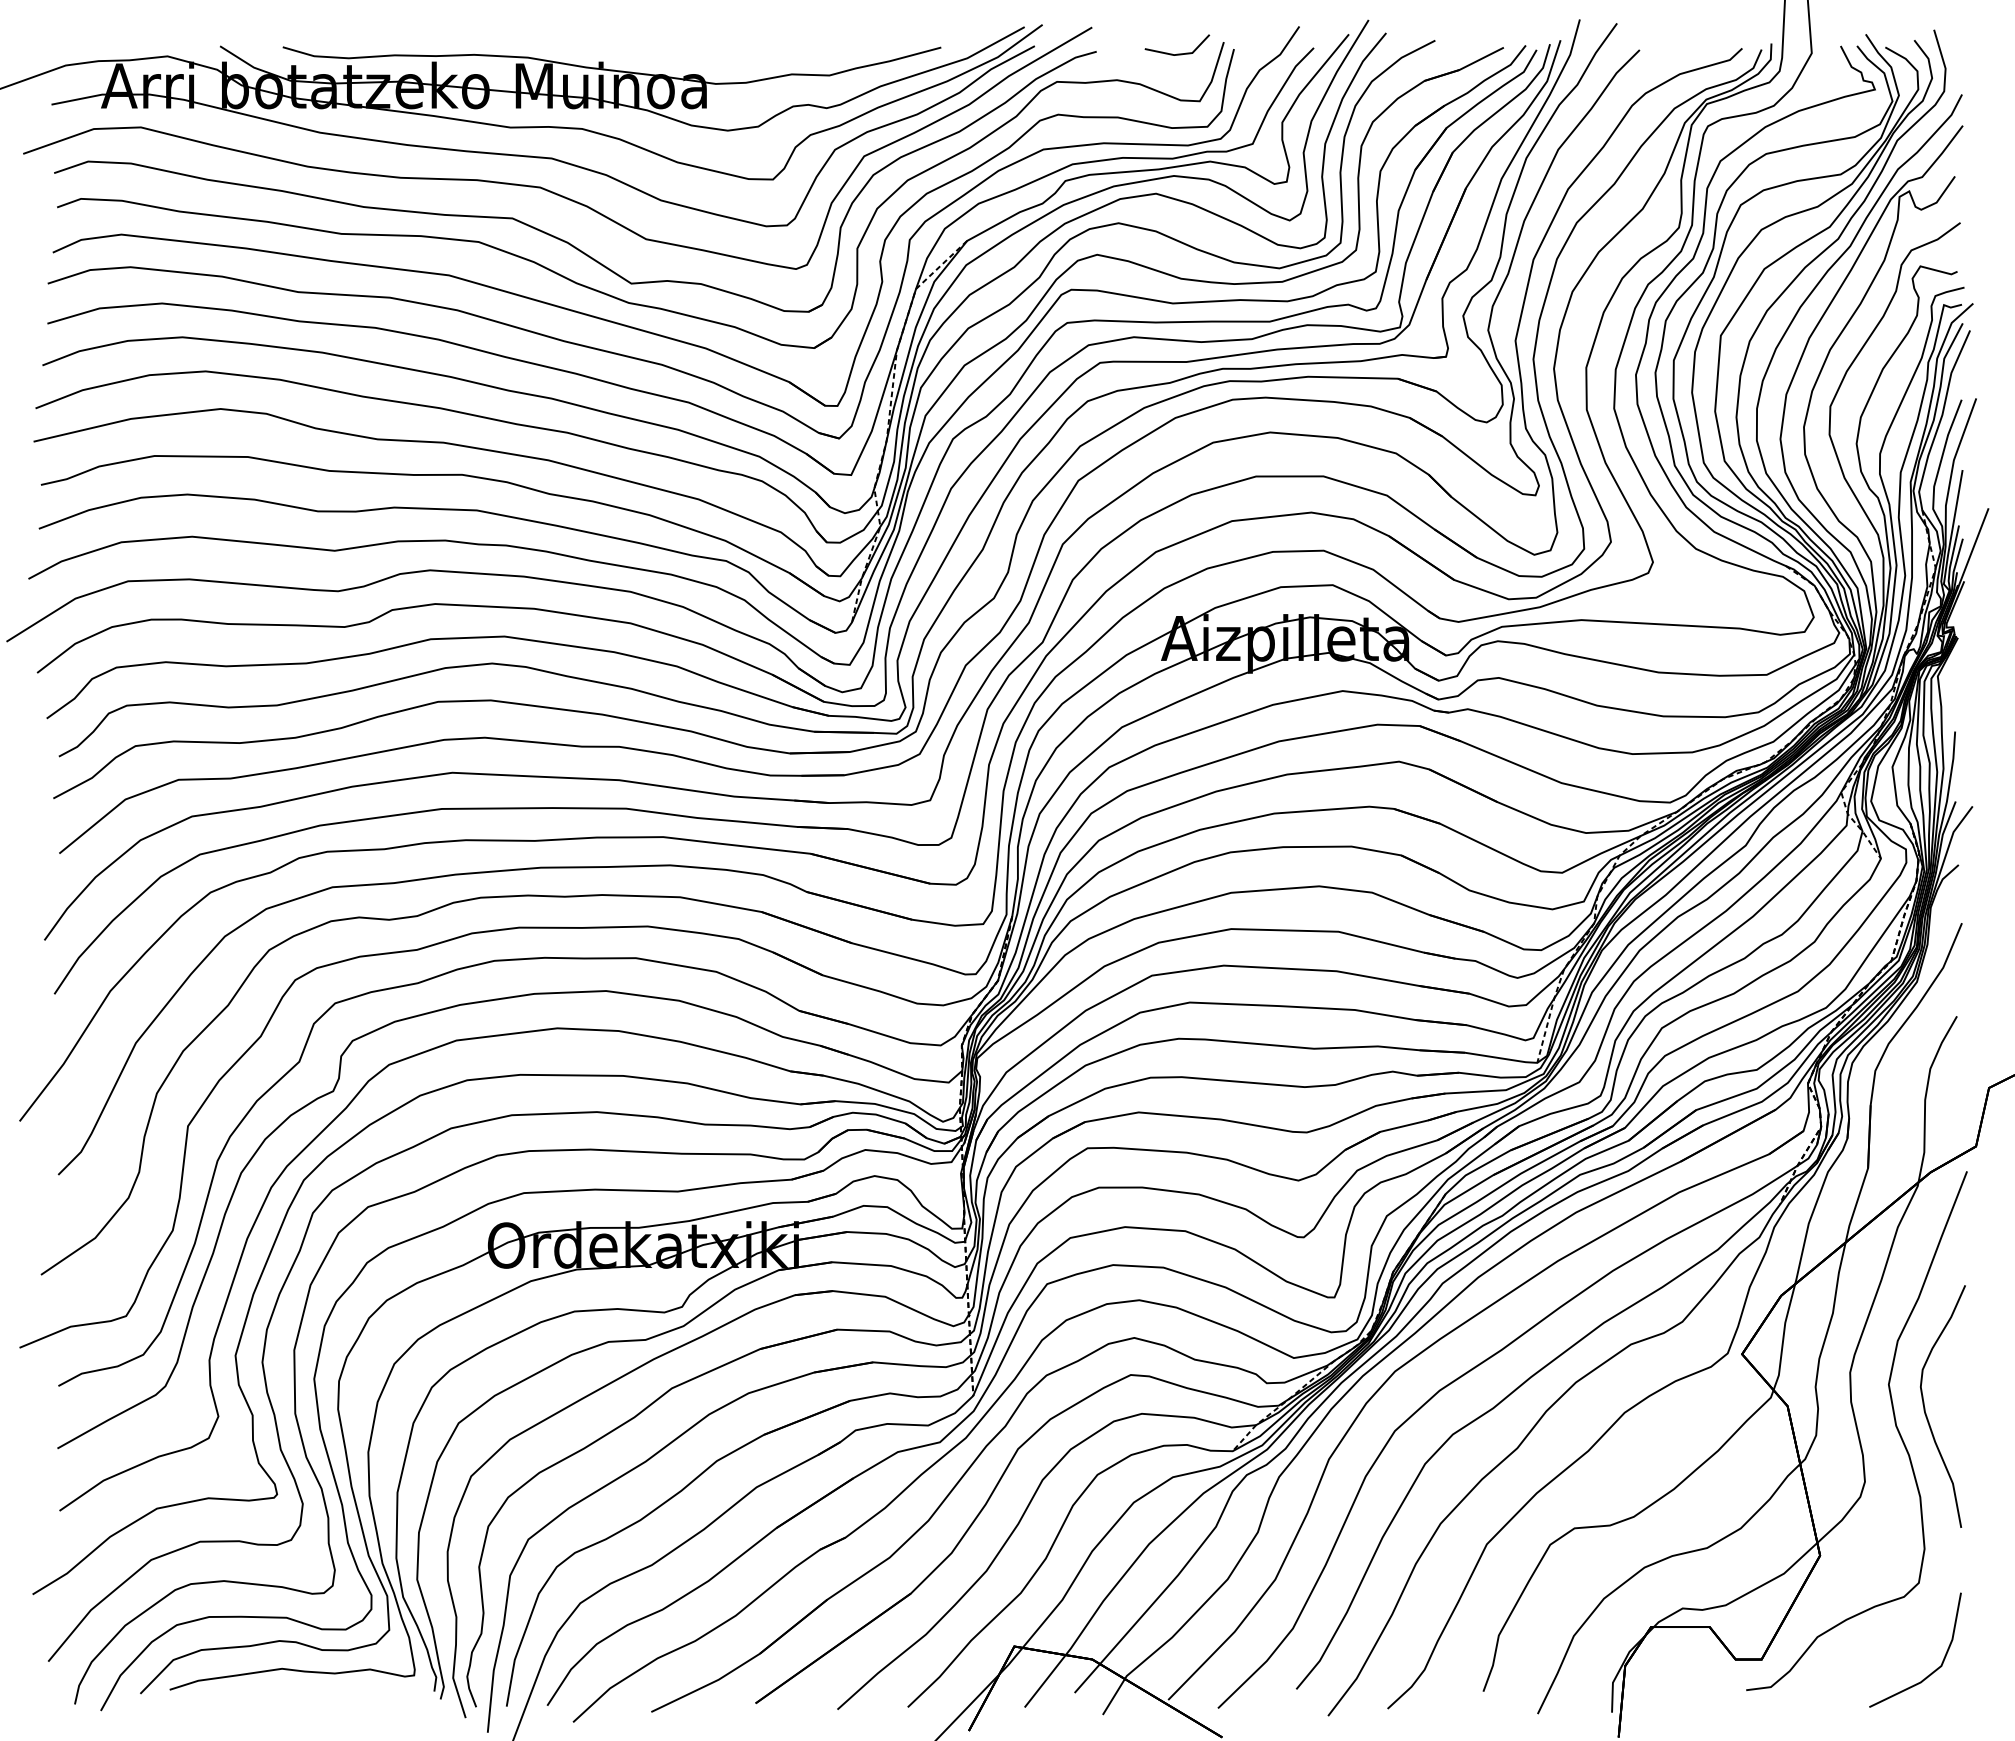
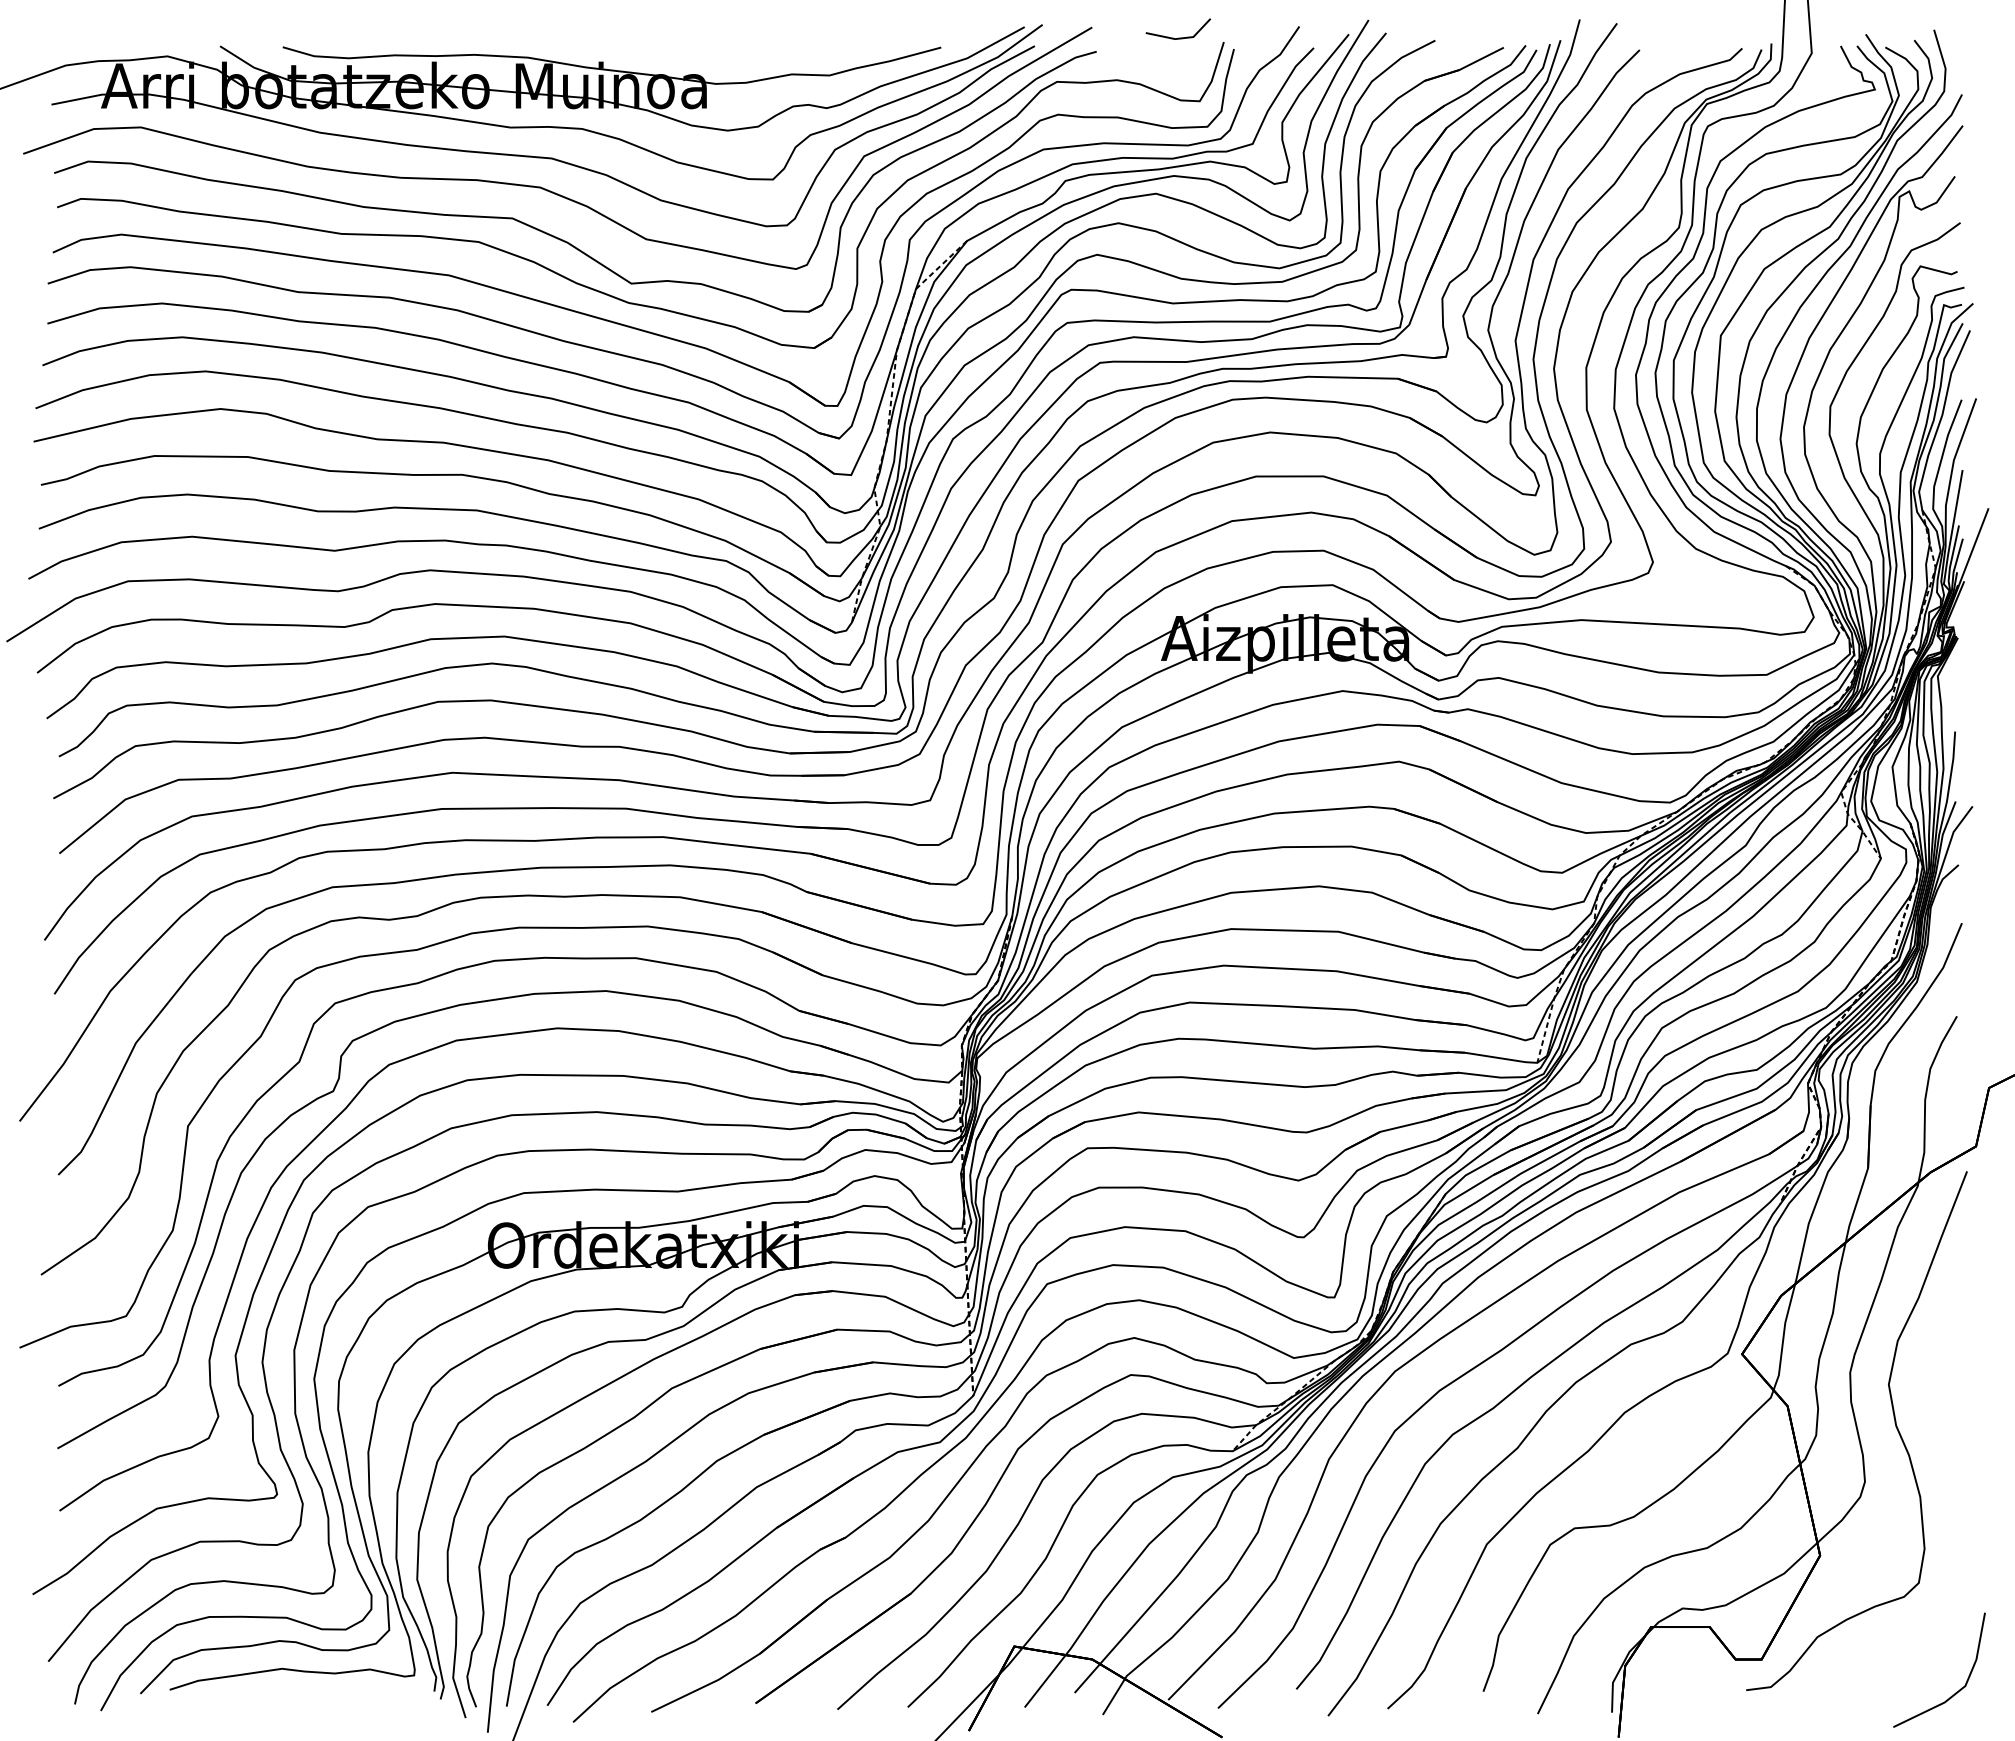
line at (1177, 53) position: (1177, 53) -> (1178, 37)
curve at (1925, 1407): present -> none
line at (1932, 1671) position: (1932, 1671) -> (1956, 1691)
